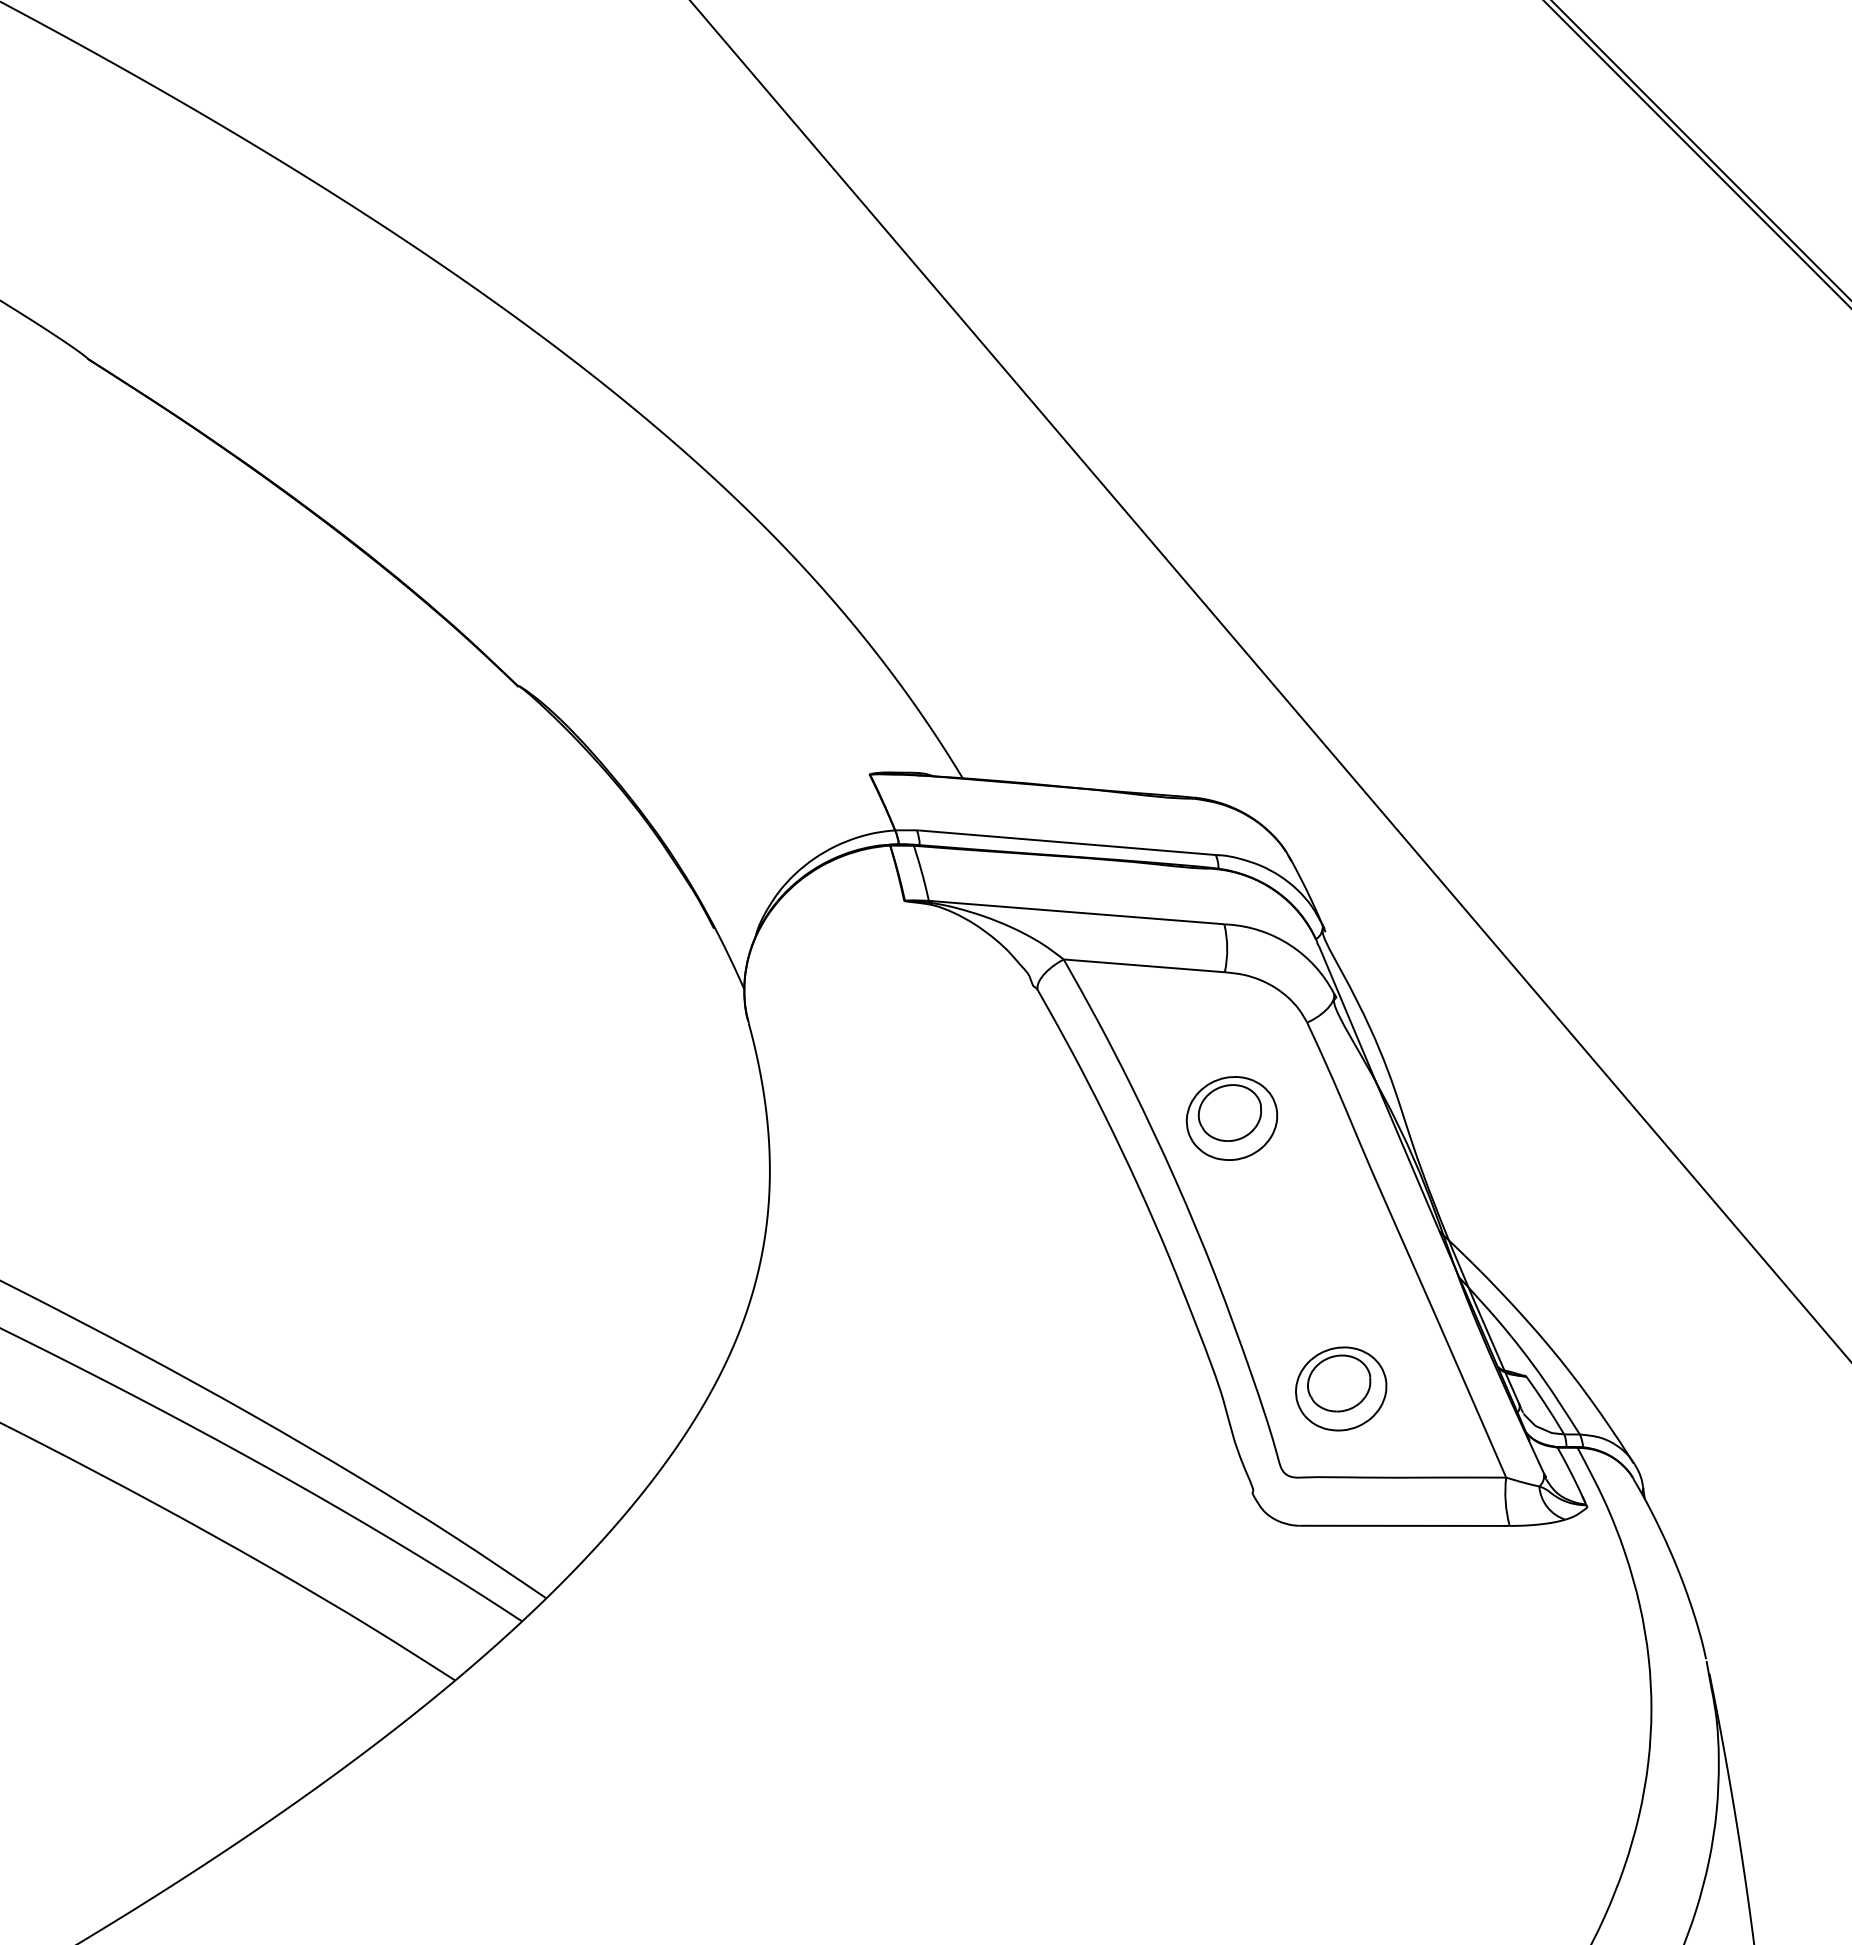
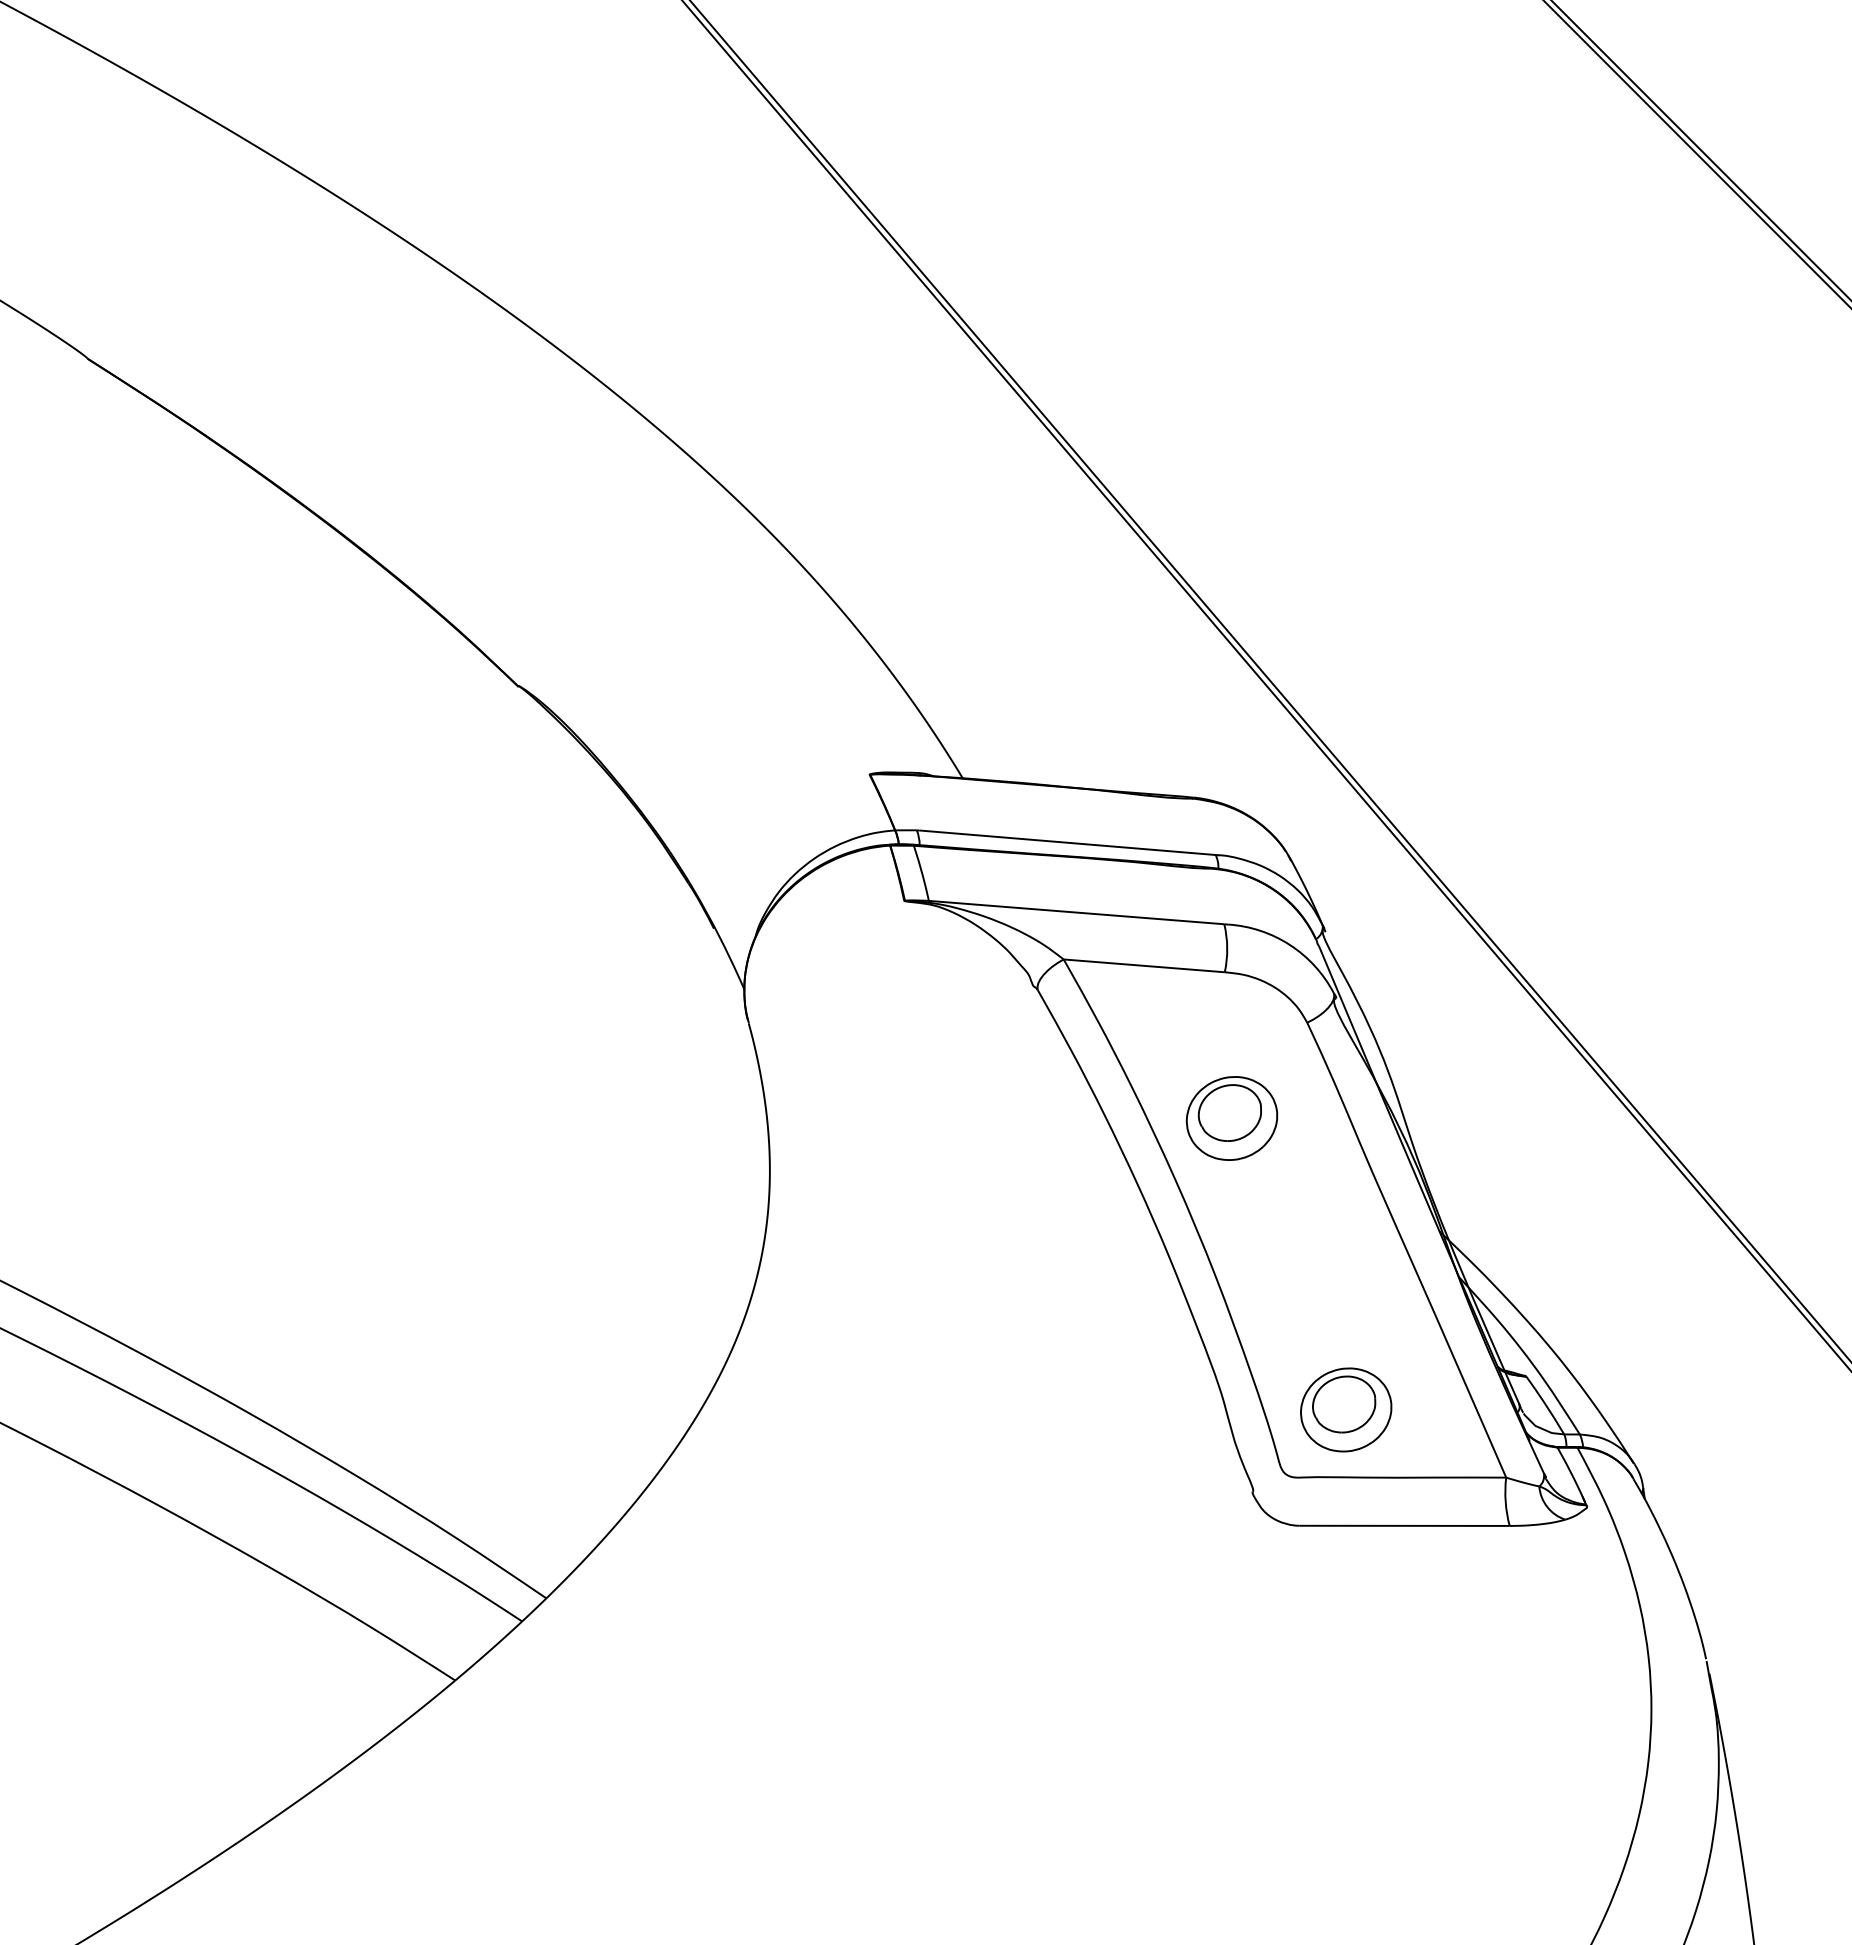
line at (1265, 685): none -> present
part at (1341, 1388) position: (1341, 1388) -> (1346, 1409)
